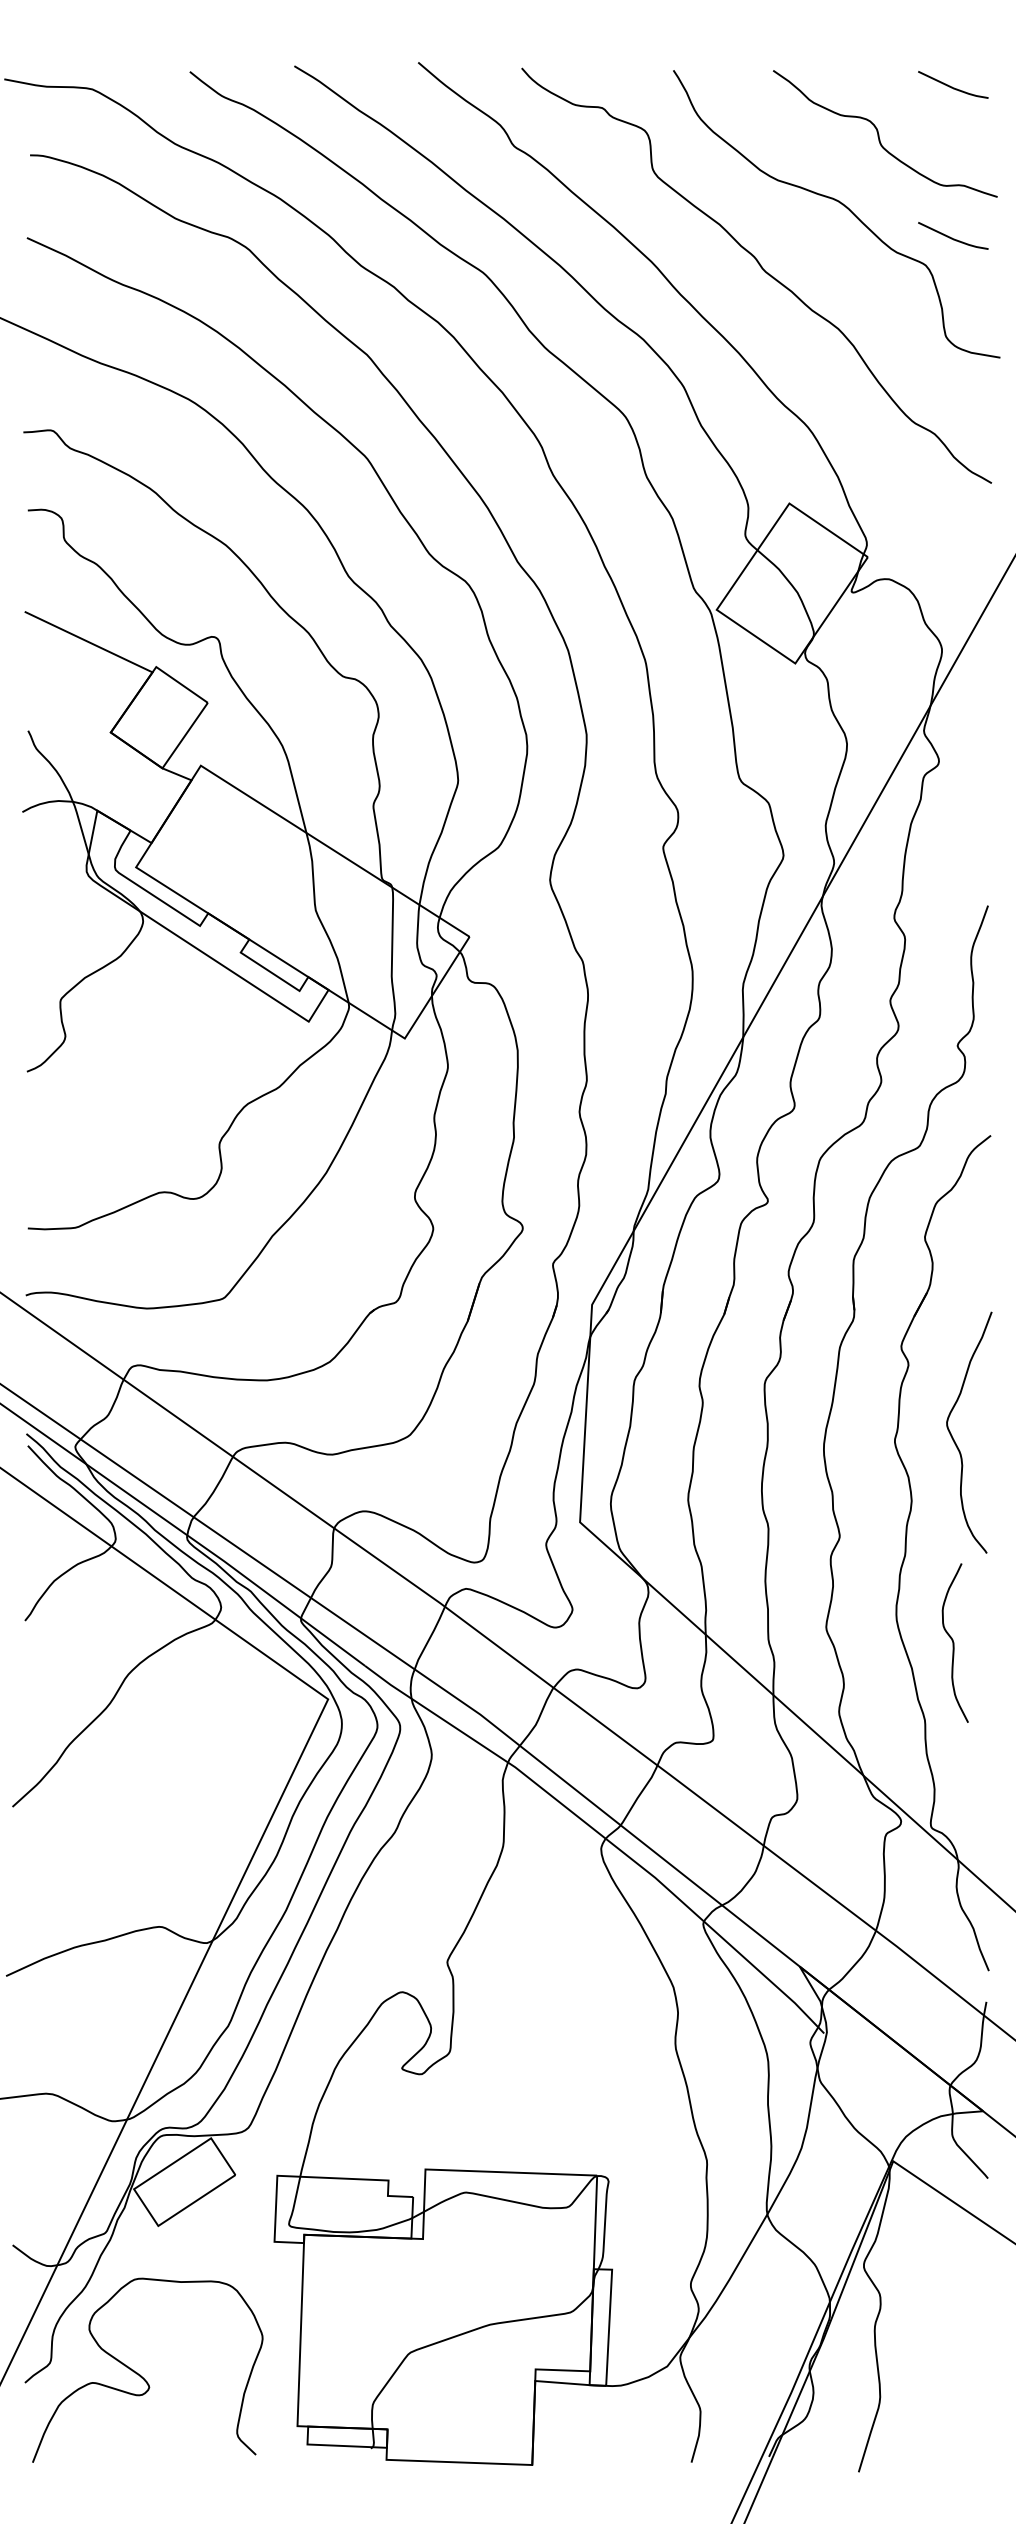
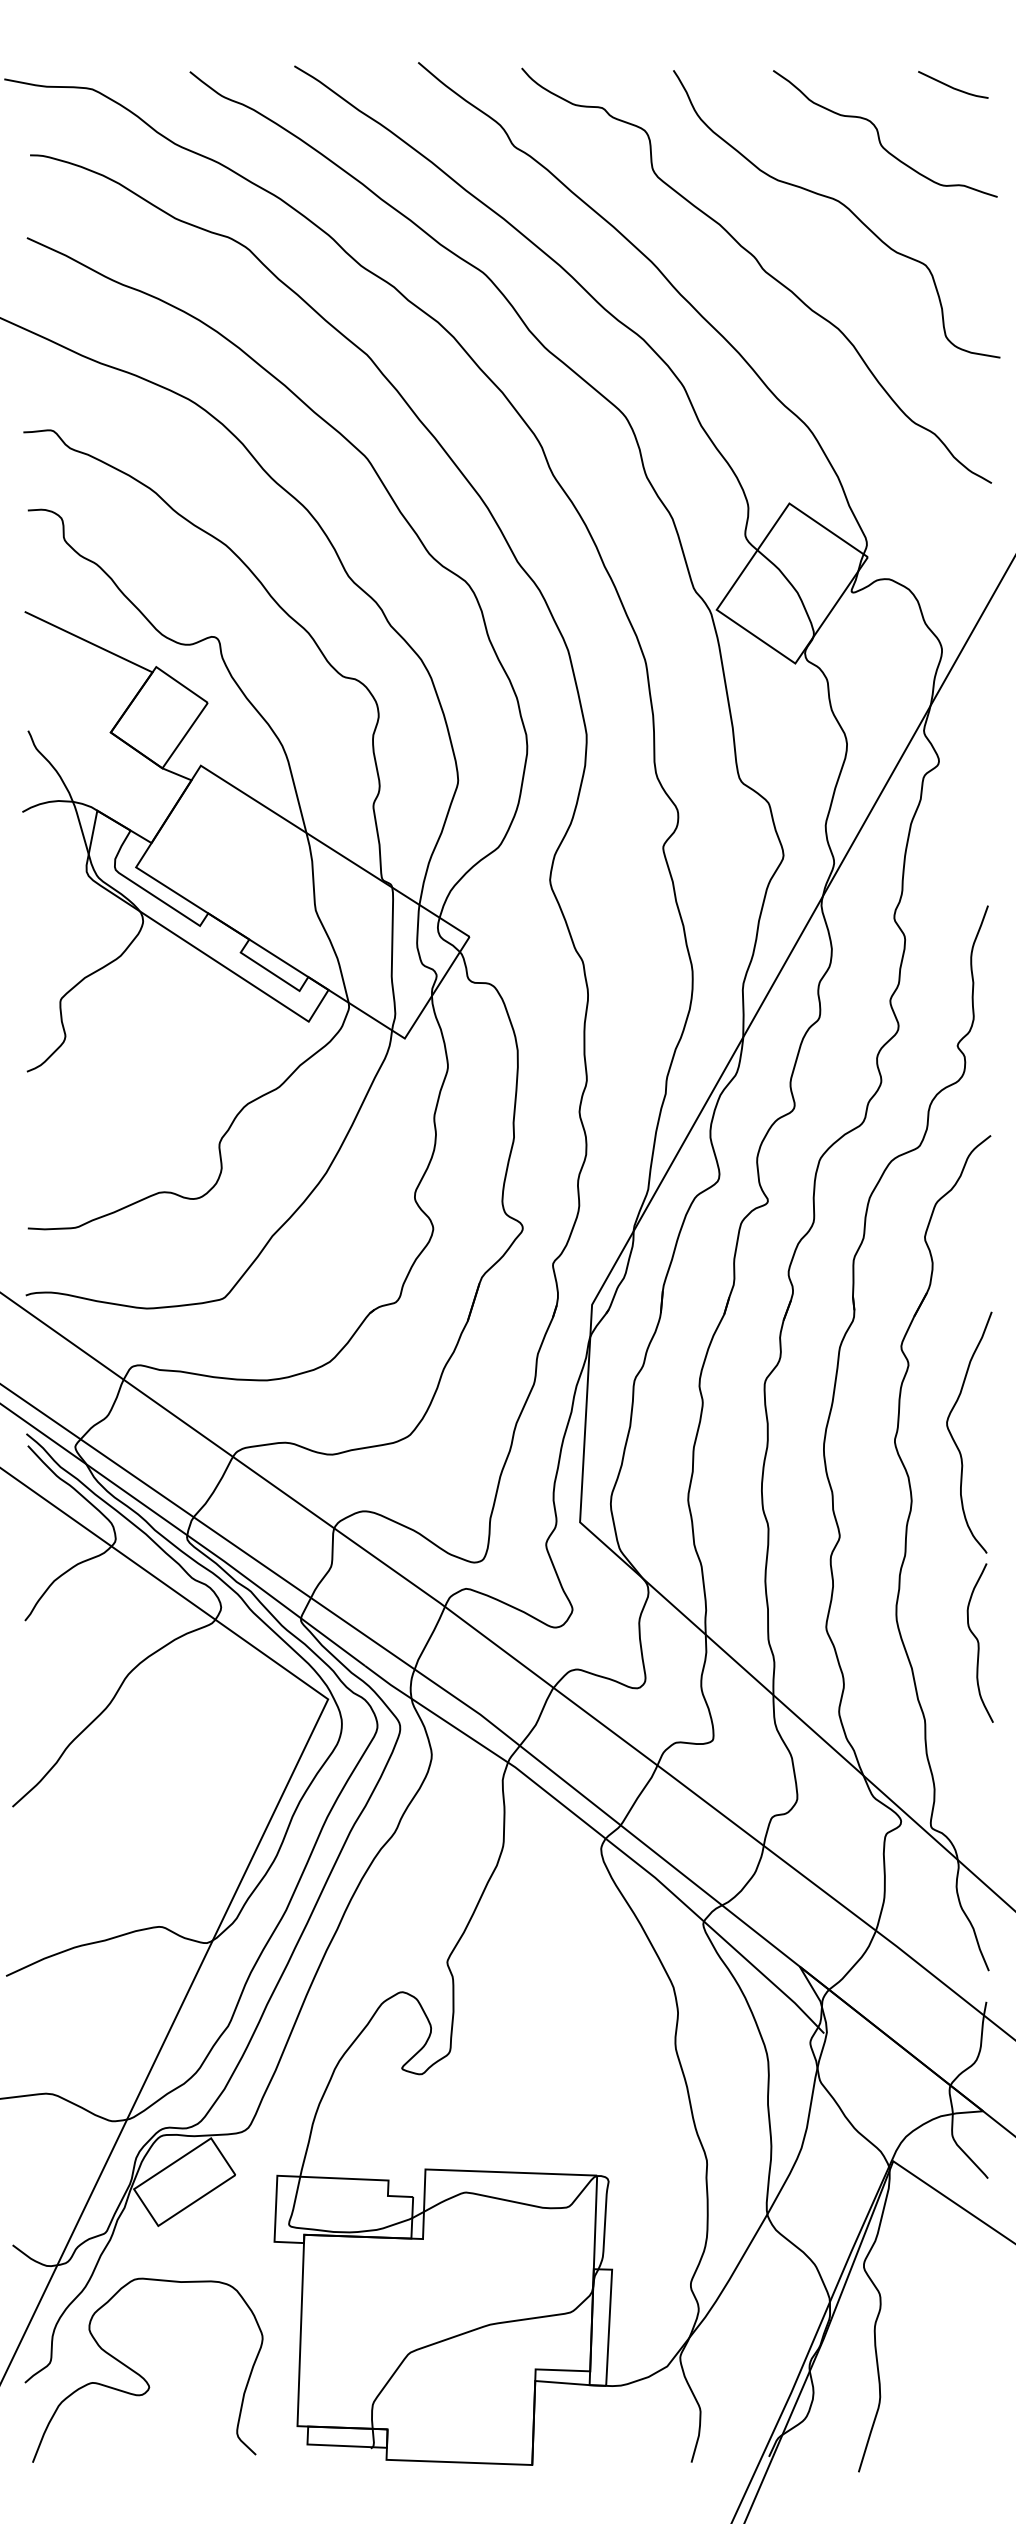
line at (952, 237): present -> none
curve at (954, 1642) position: (954, 1642) -> (979, 1642)
